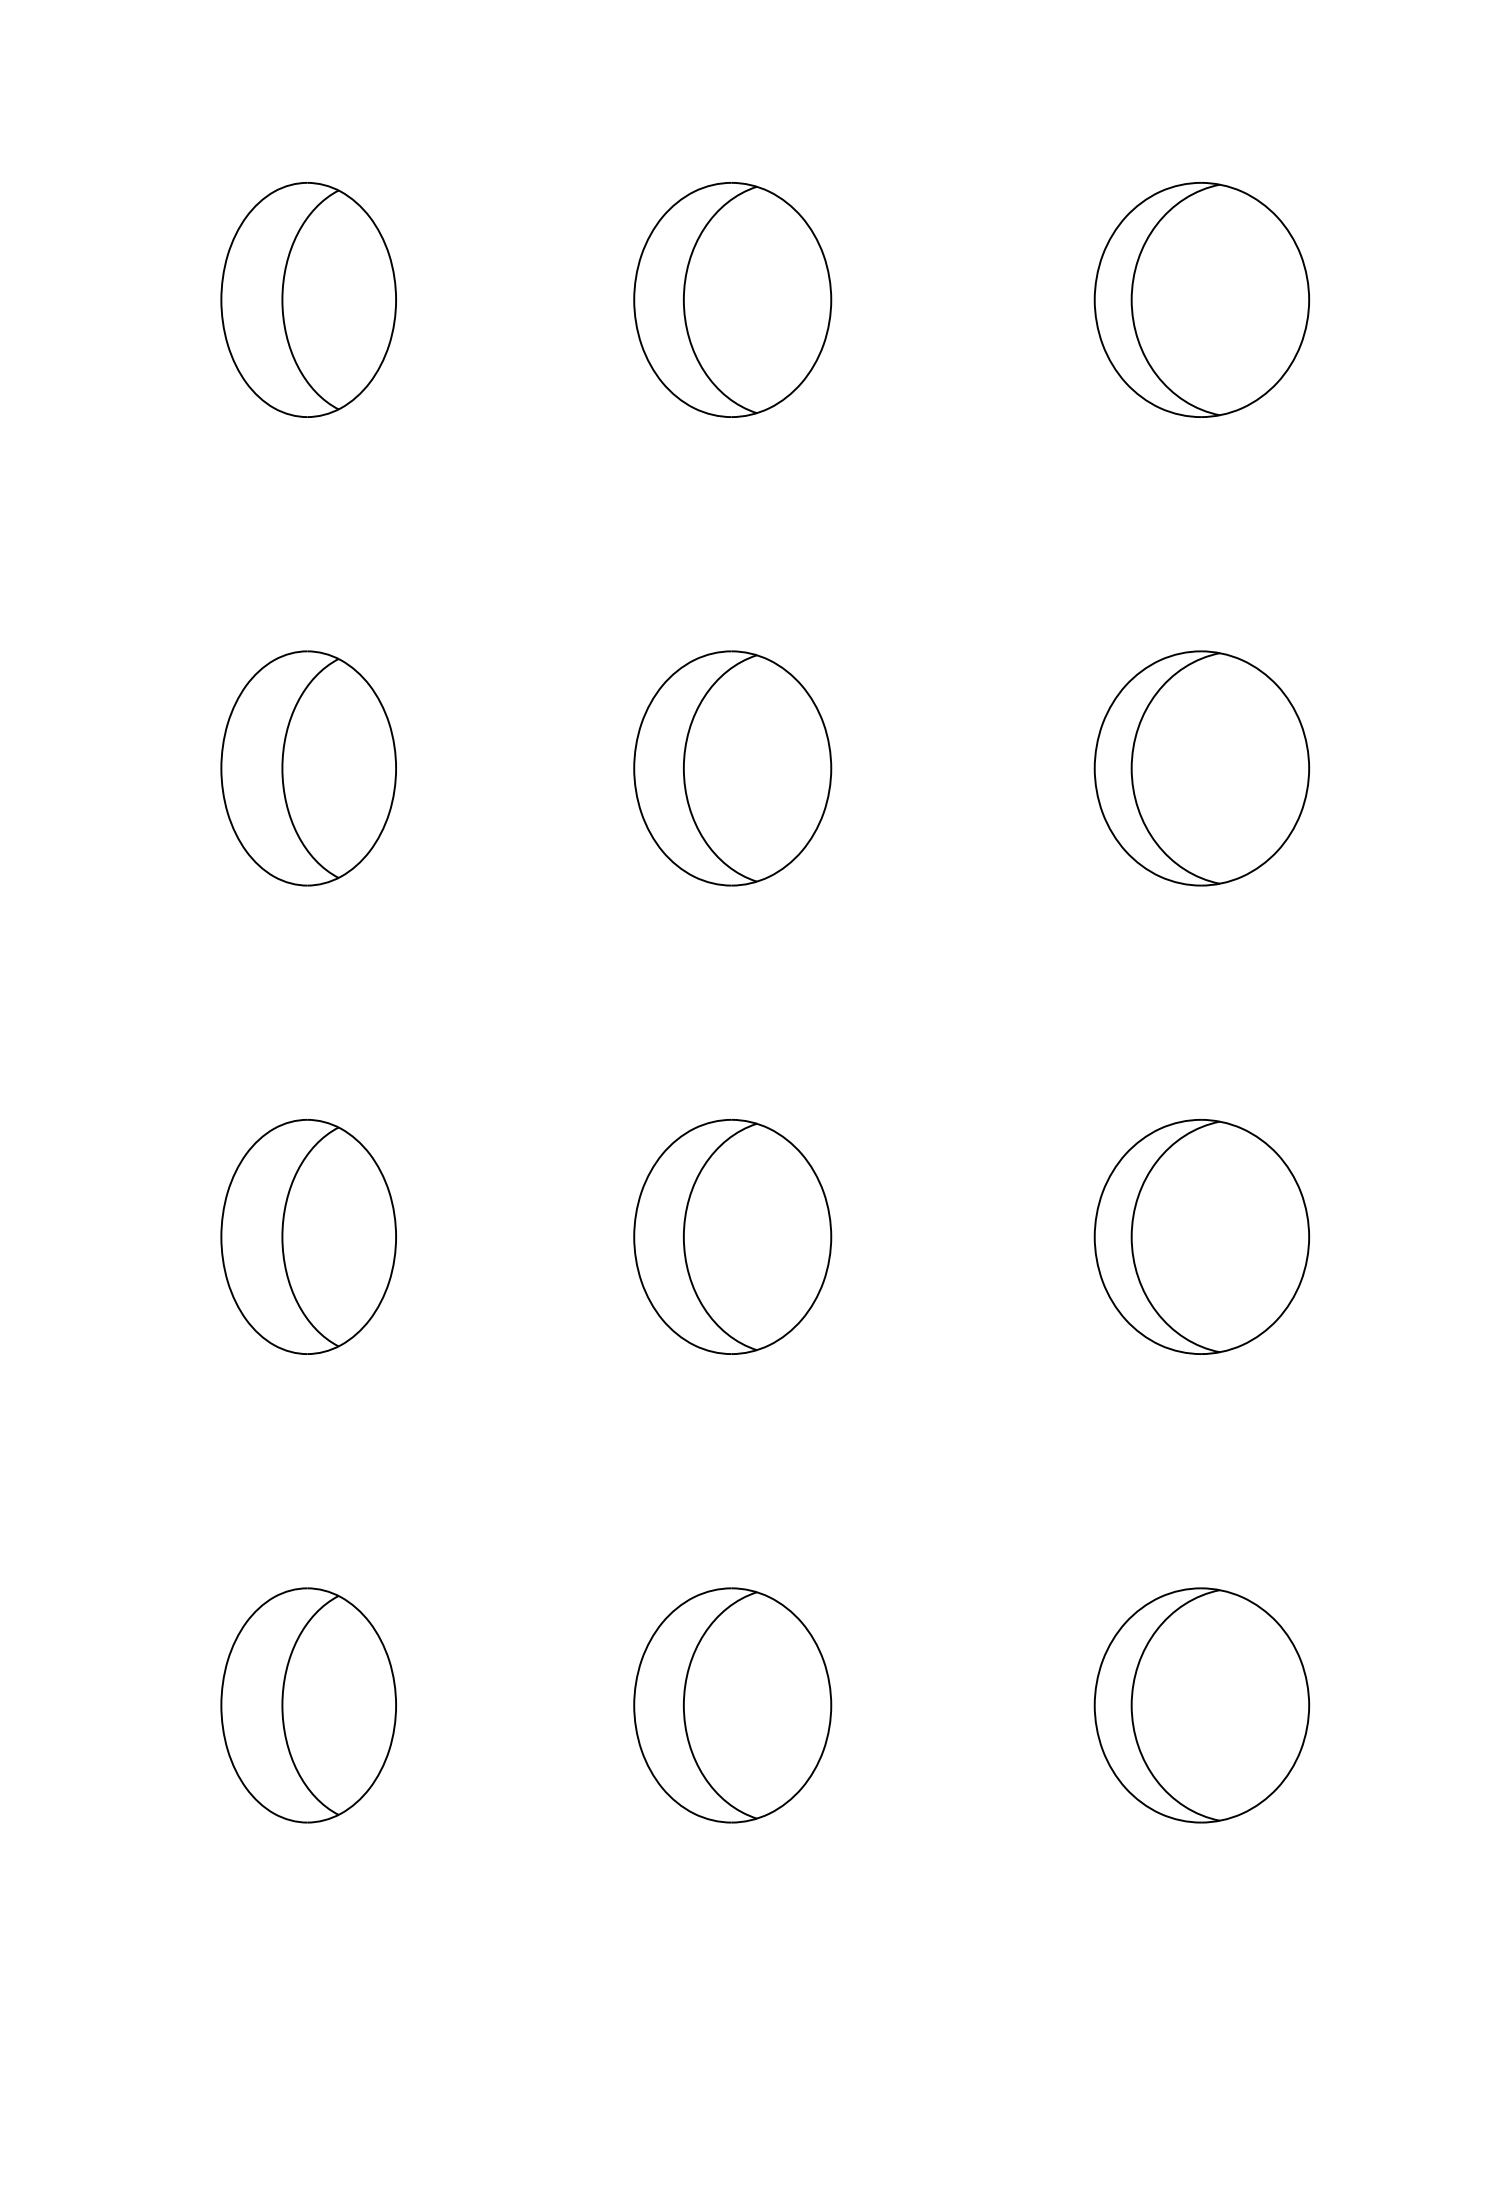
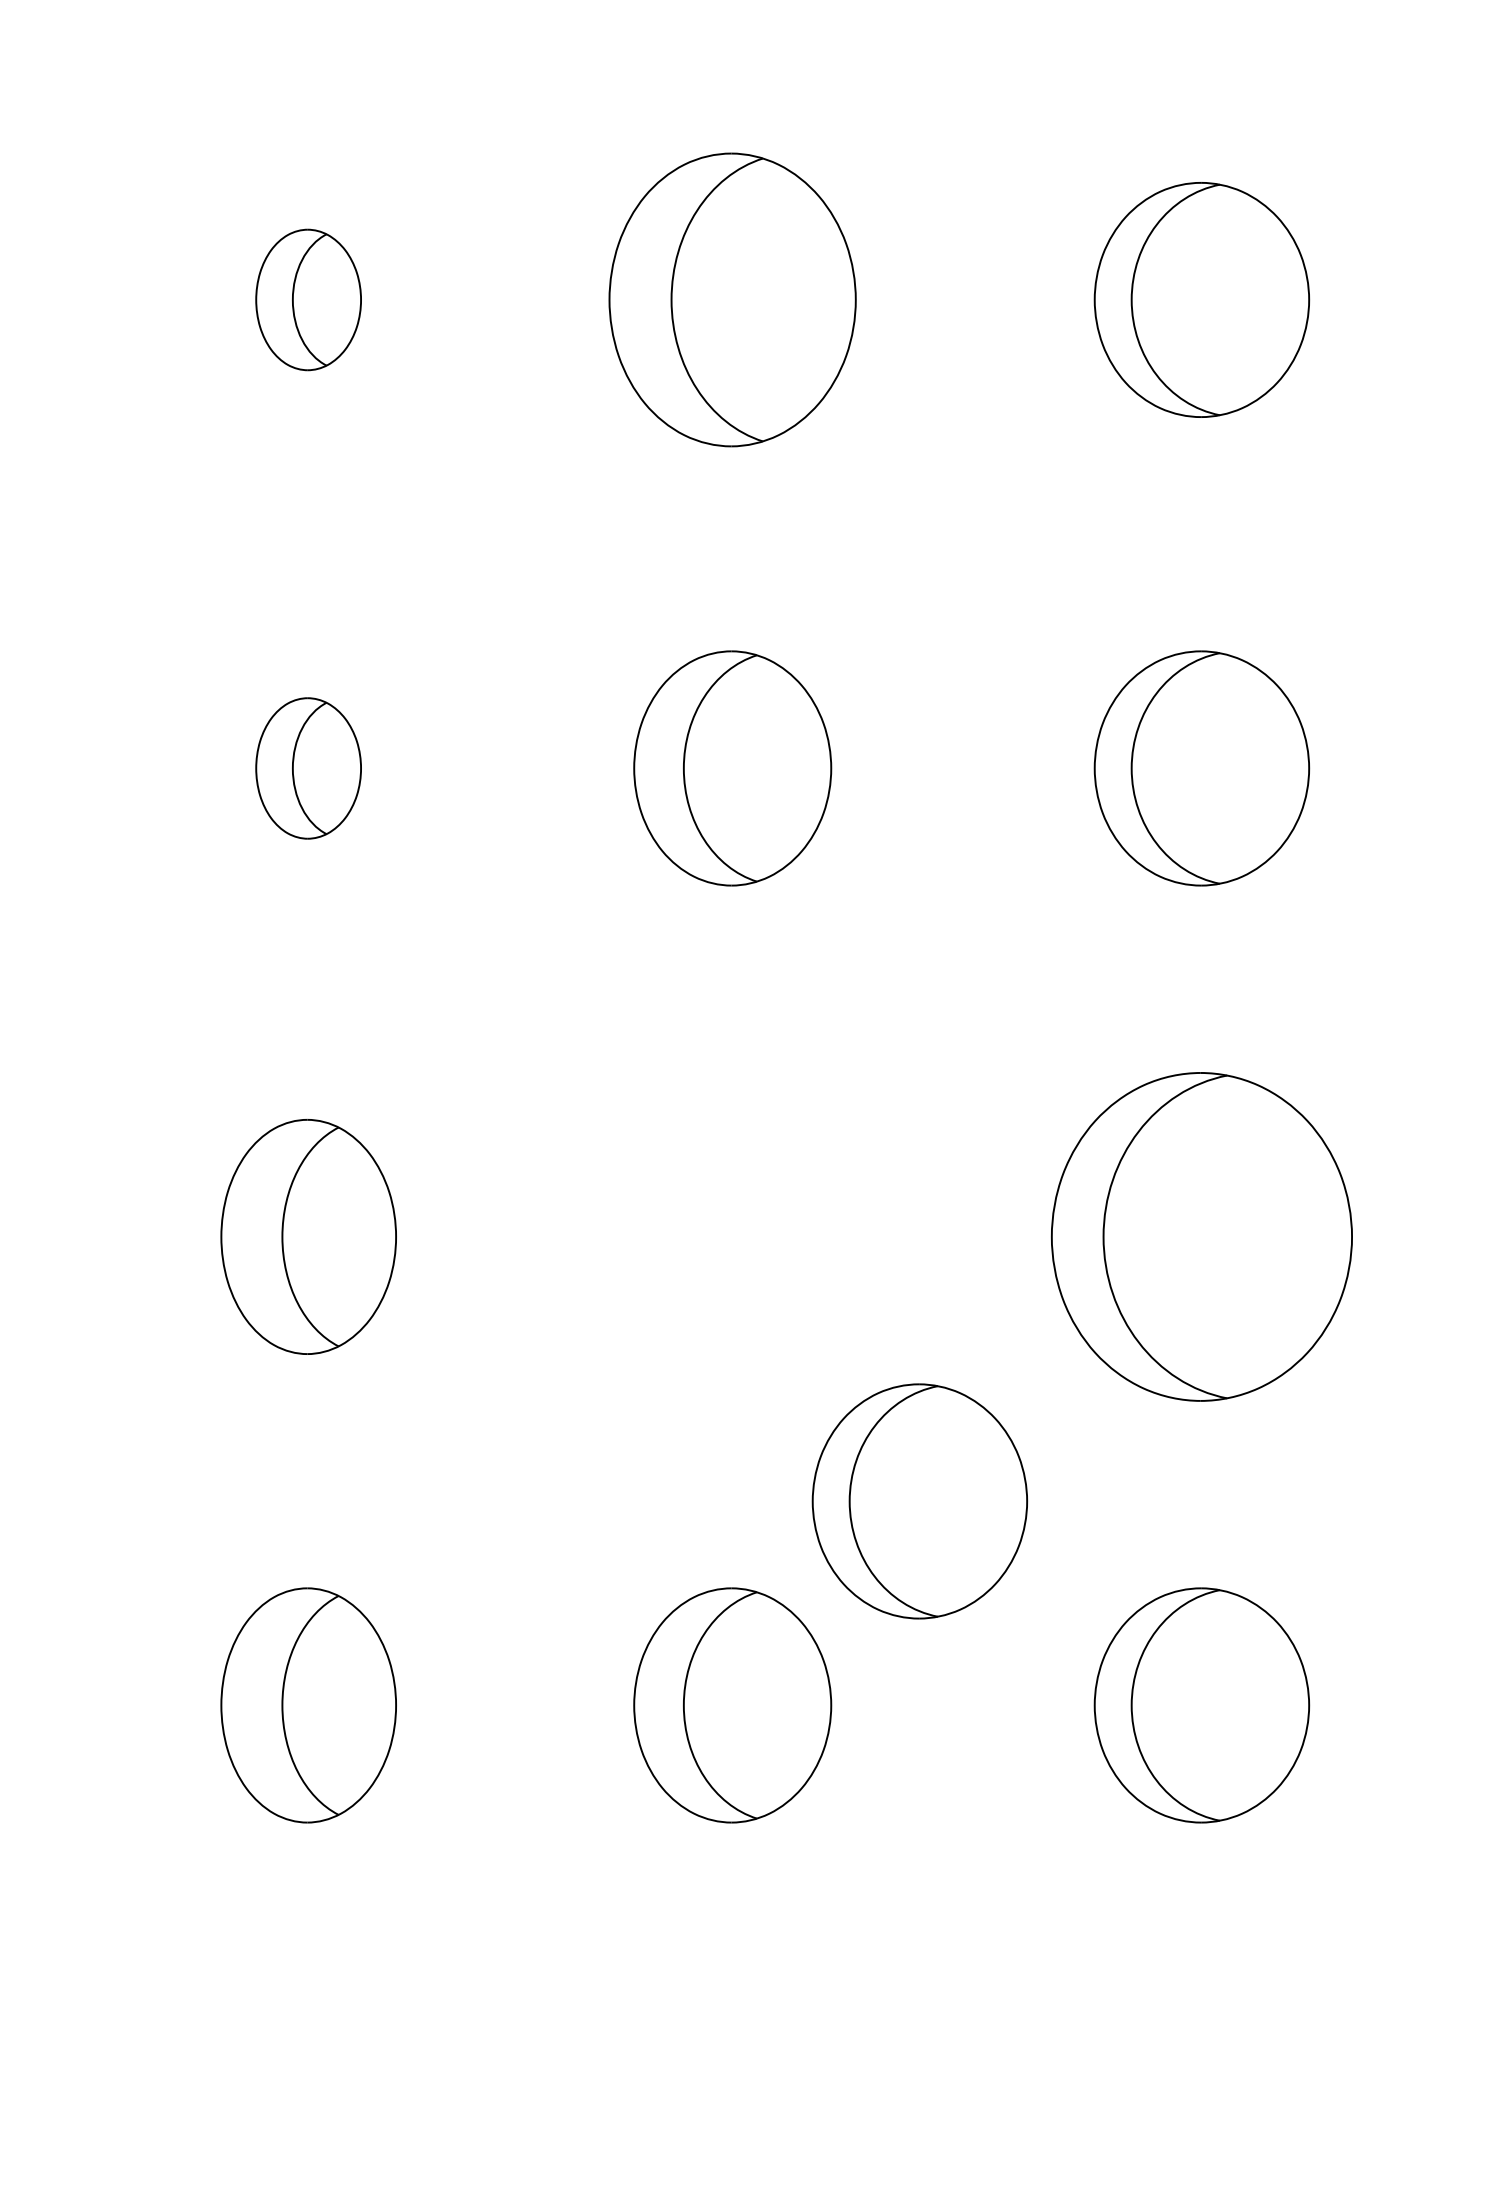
part at (308, 299) size: 177x236 px -> 107x144 px
part at (732, 299) size: 200x236 px -> 249x296 px
part at (308, 768) size: 177x237 px -> 107x143 px
part at (732, 1236): present -> none
part at (1201, 1236) size: 218x236 px -> 302x330 px
part at (919, 1501): none -> present
